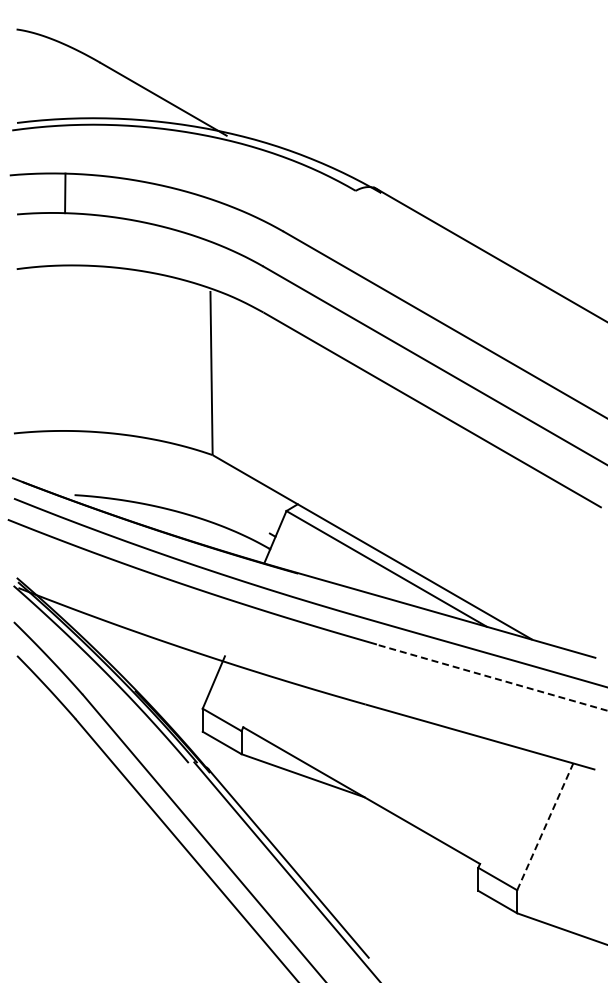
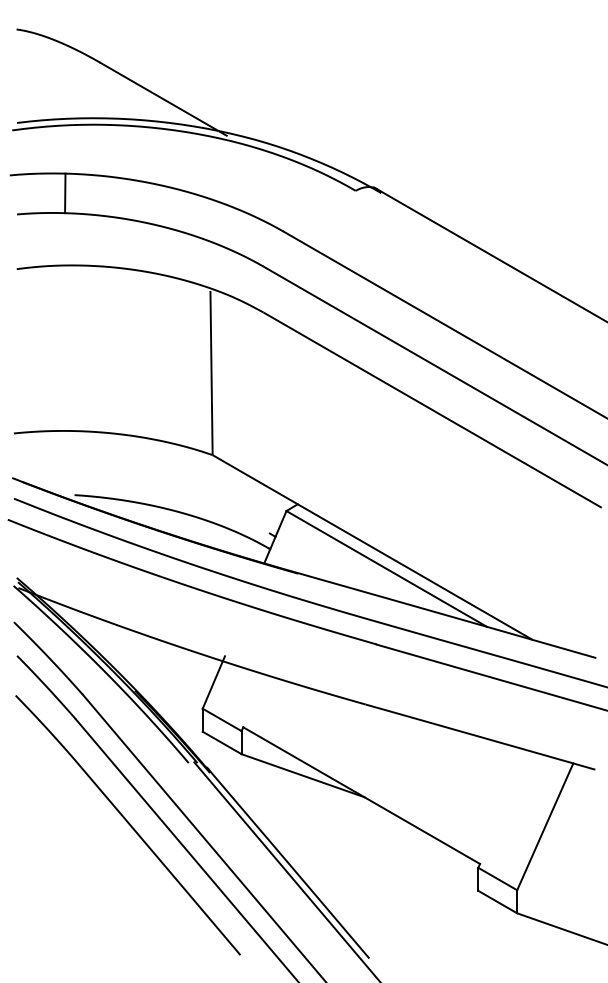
line at (492, 677): dashed -> solid
part at (127, 825): none -> present
line at (545, 826): dashed -> solid
